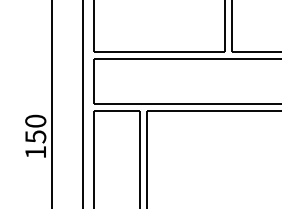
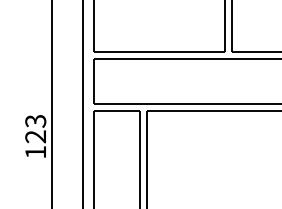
text at (35, 128): 150 -> 123
